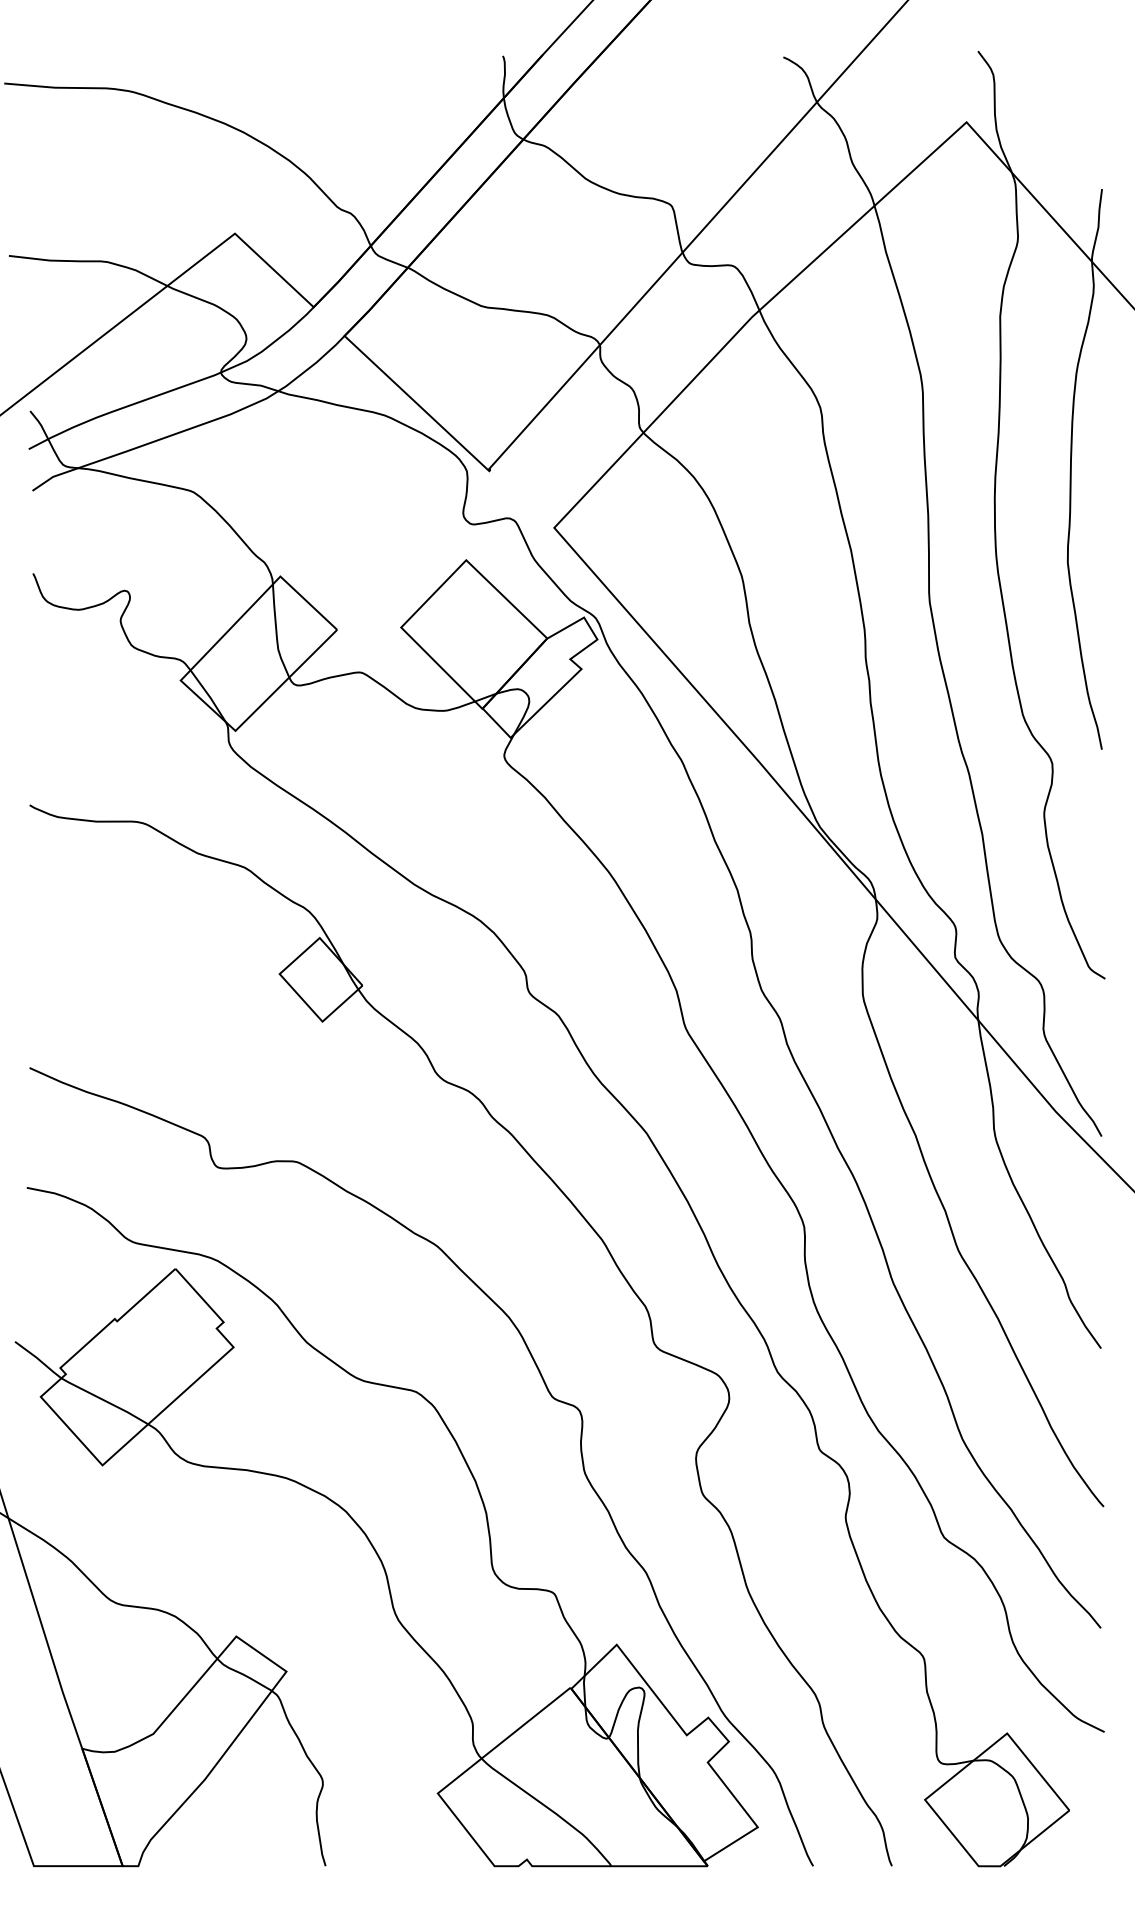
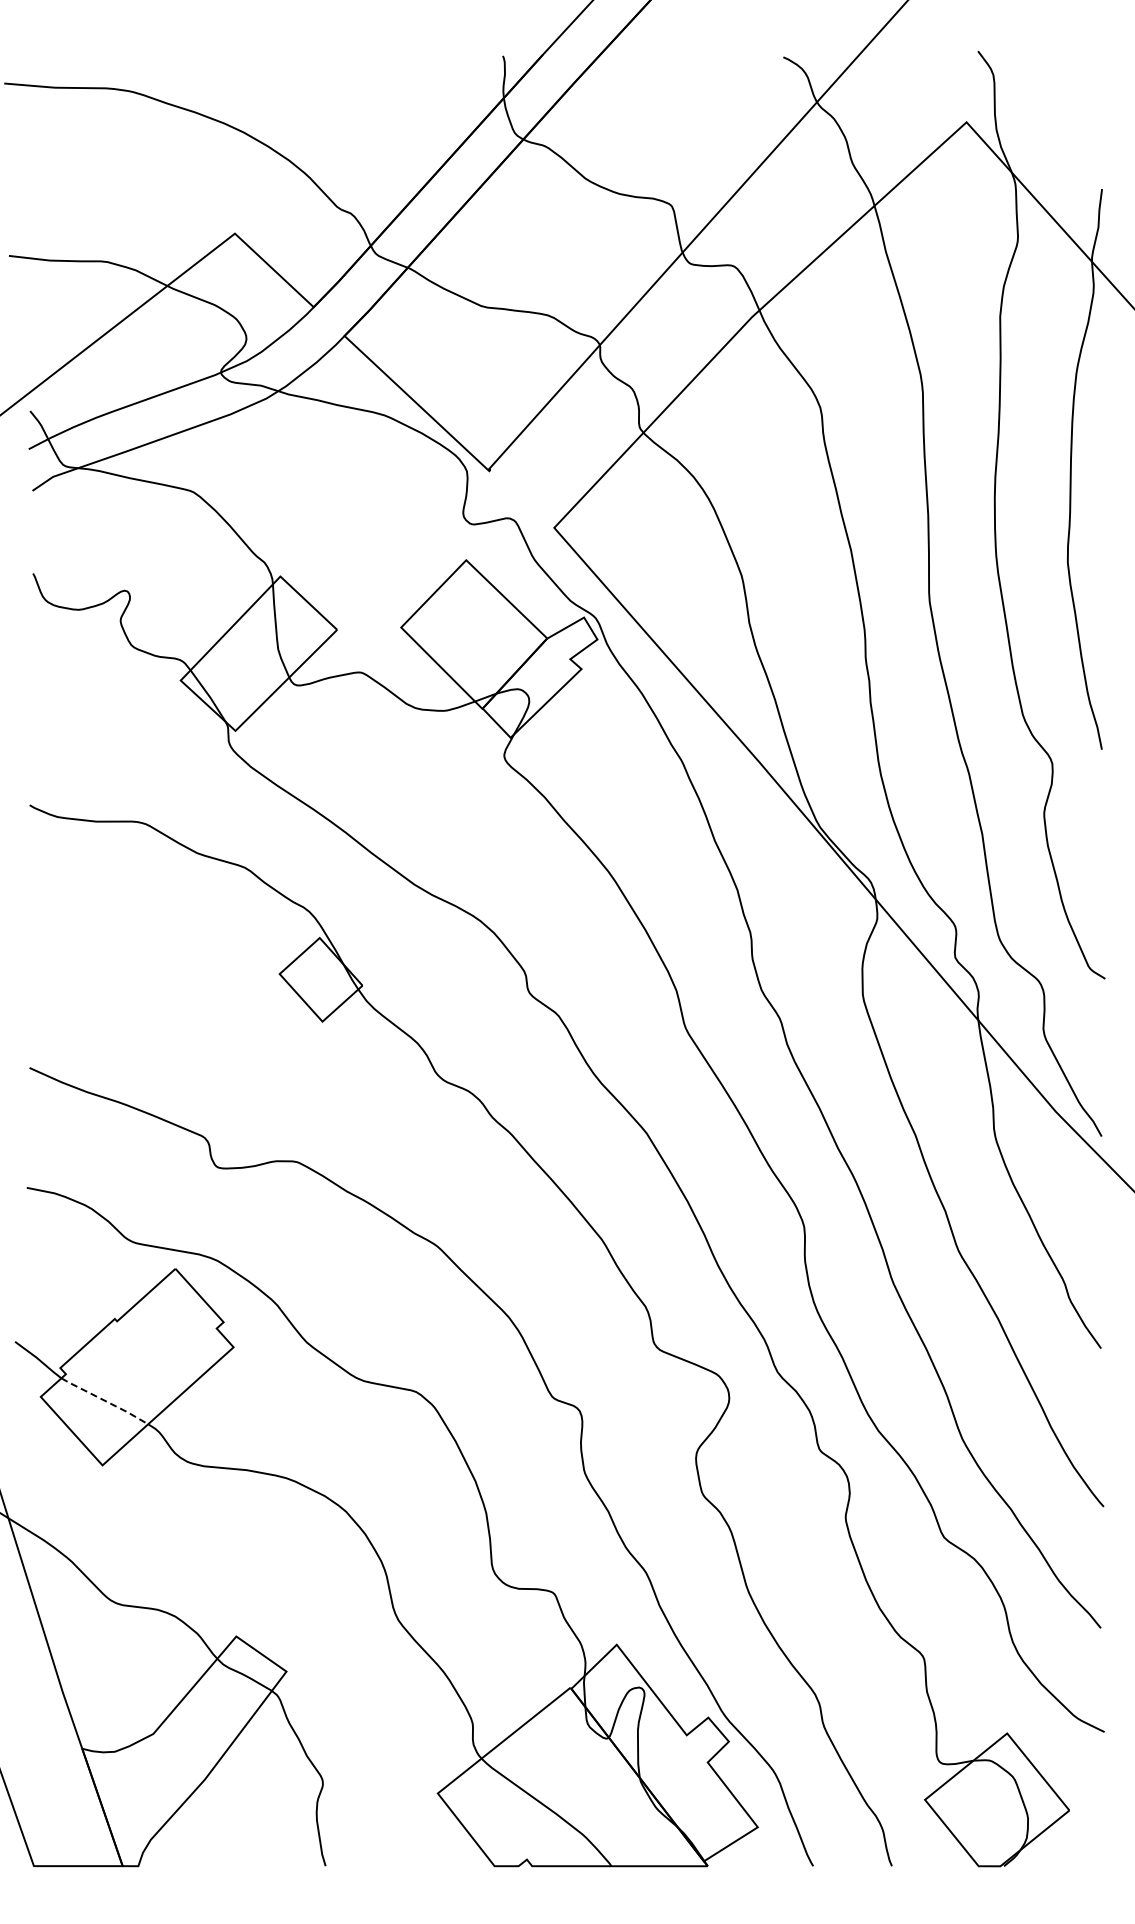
line at (105, 1400): solid -> dashed
